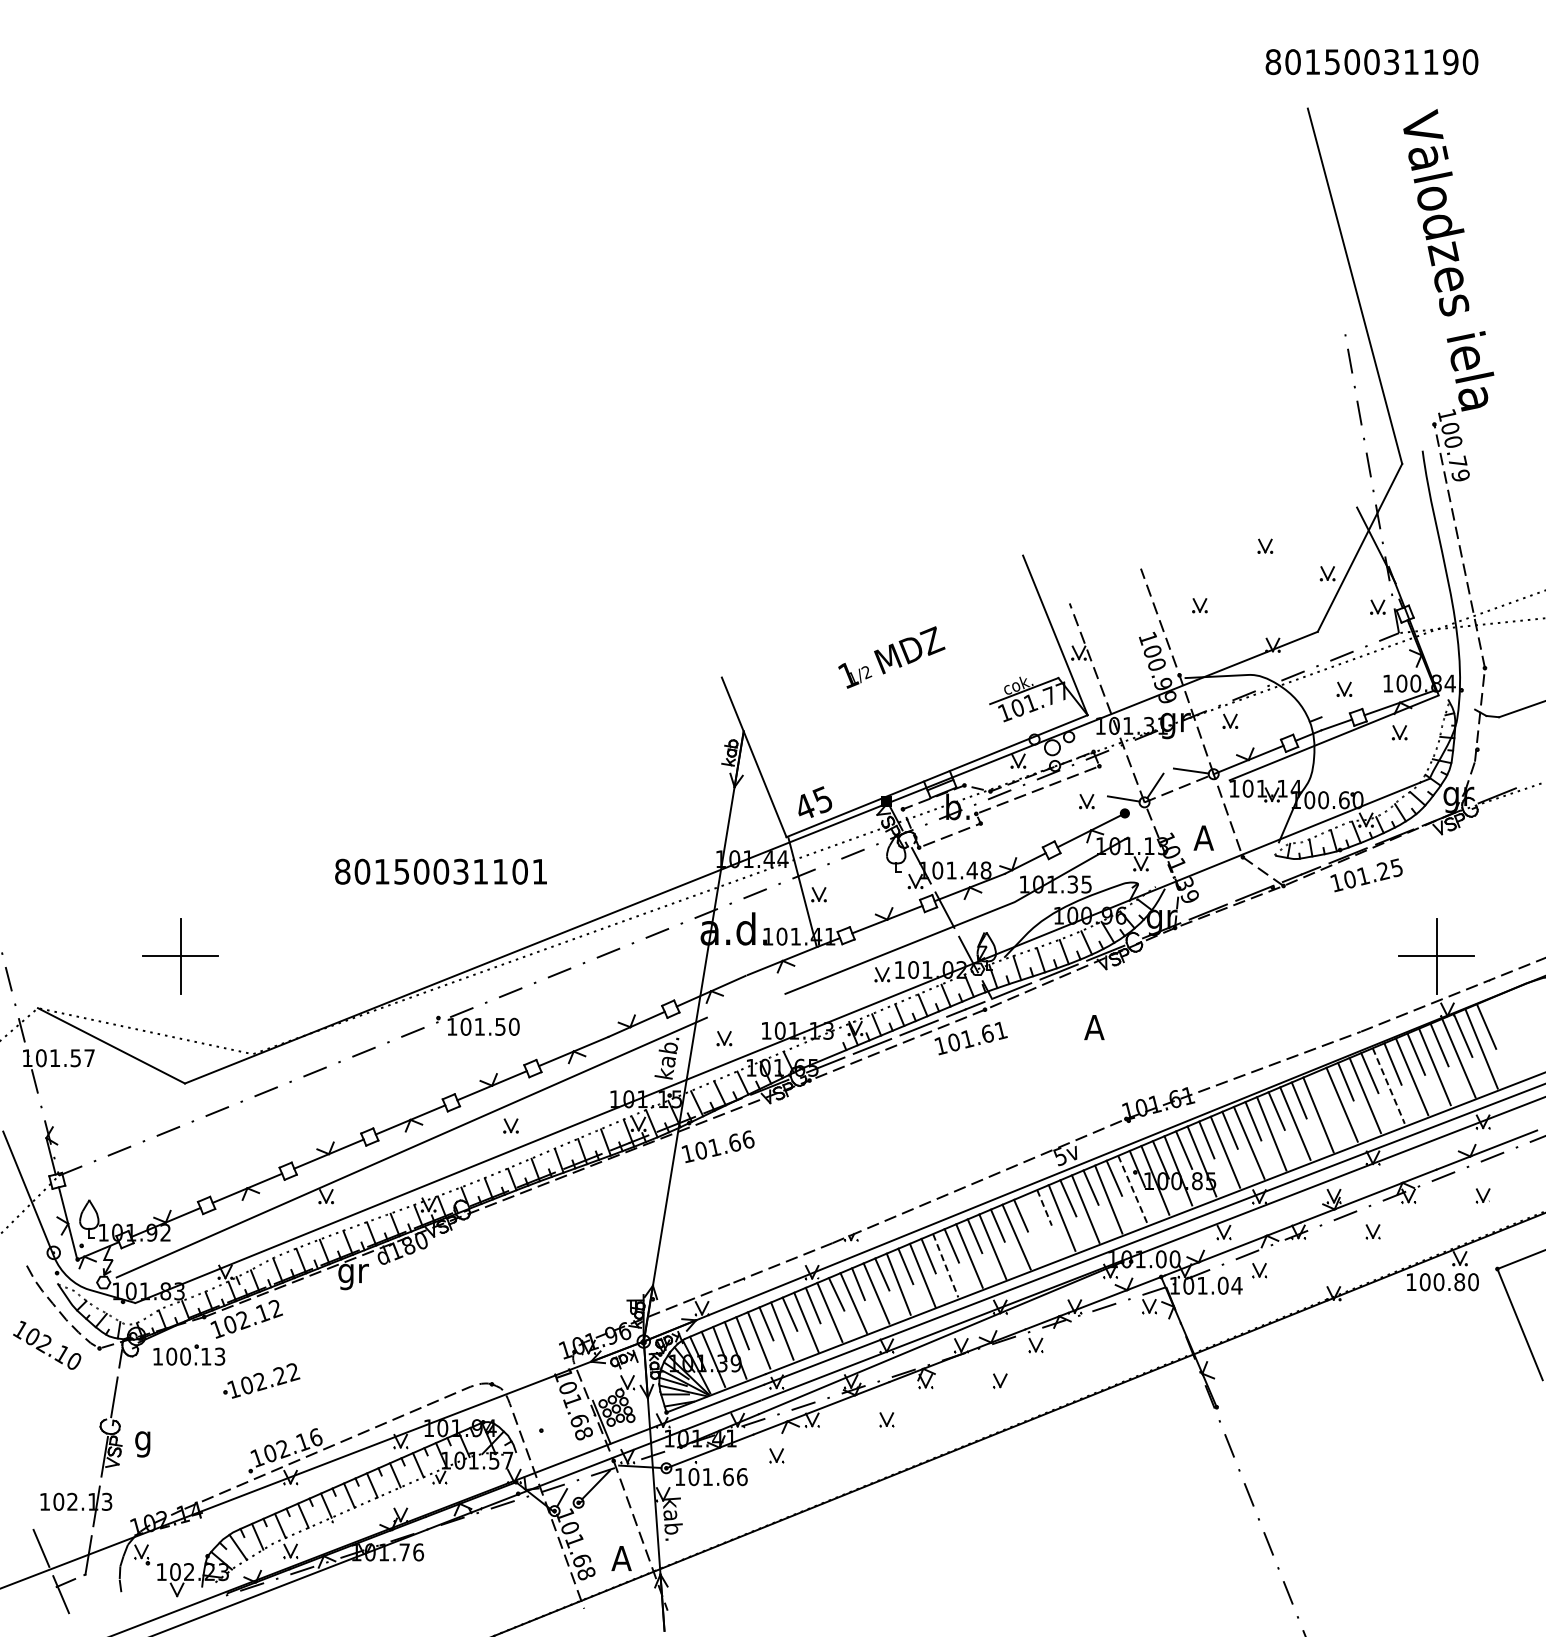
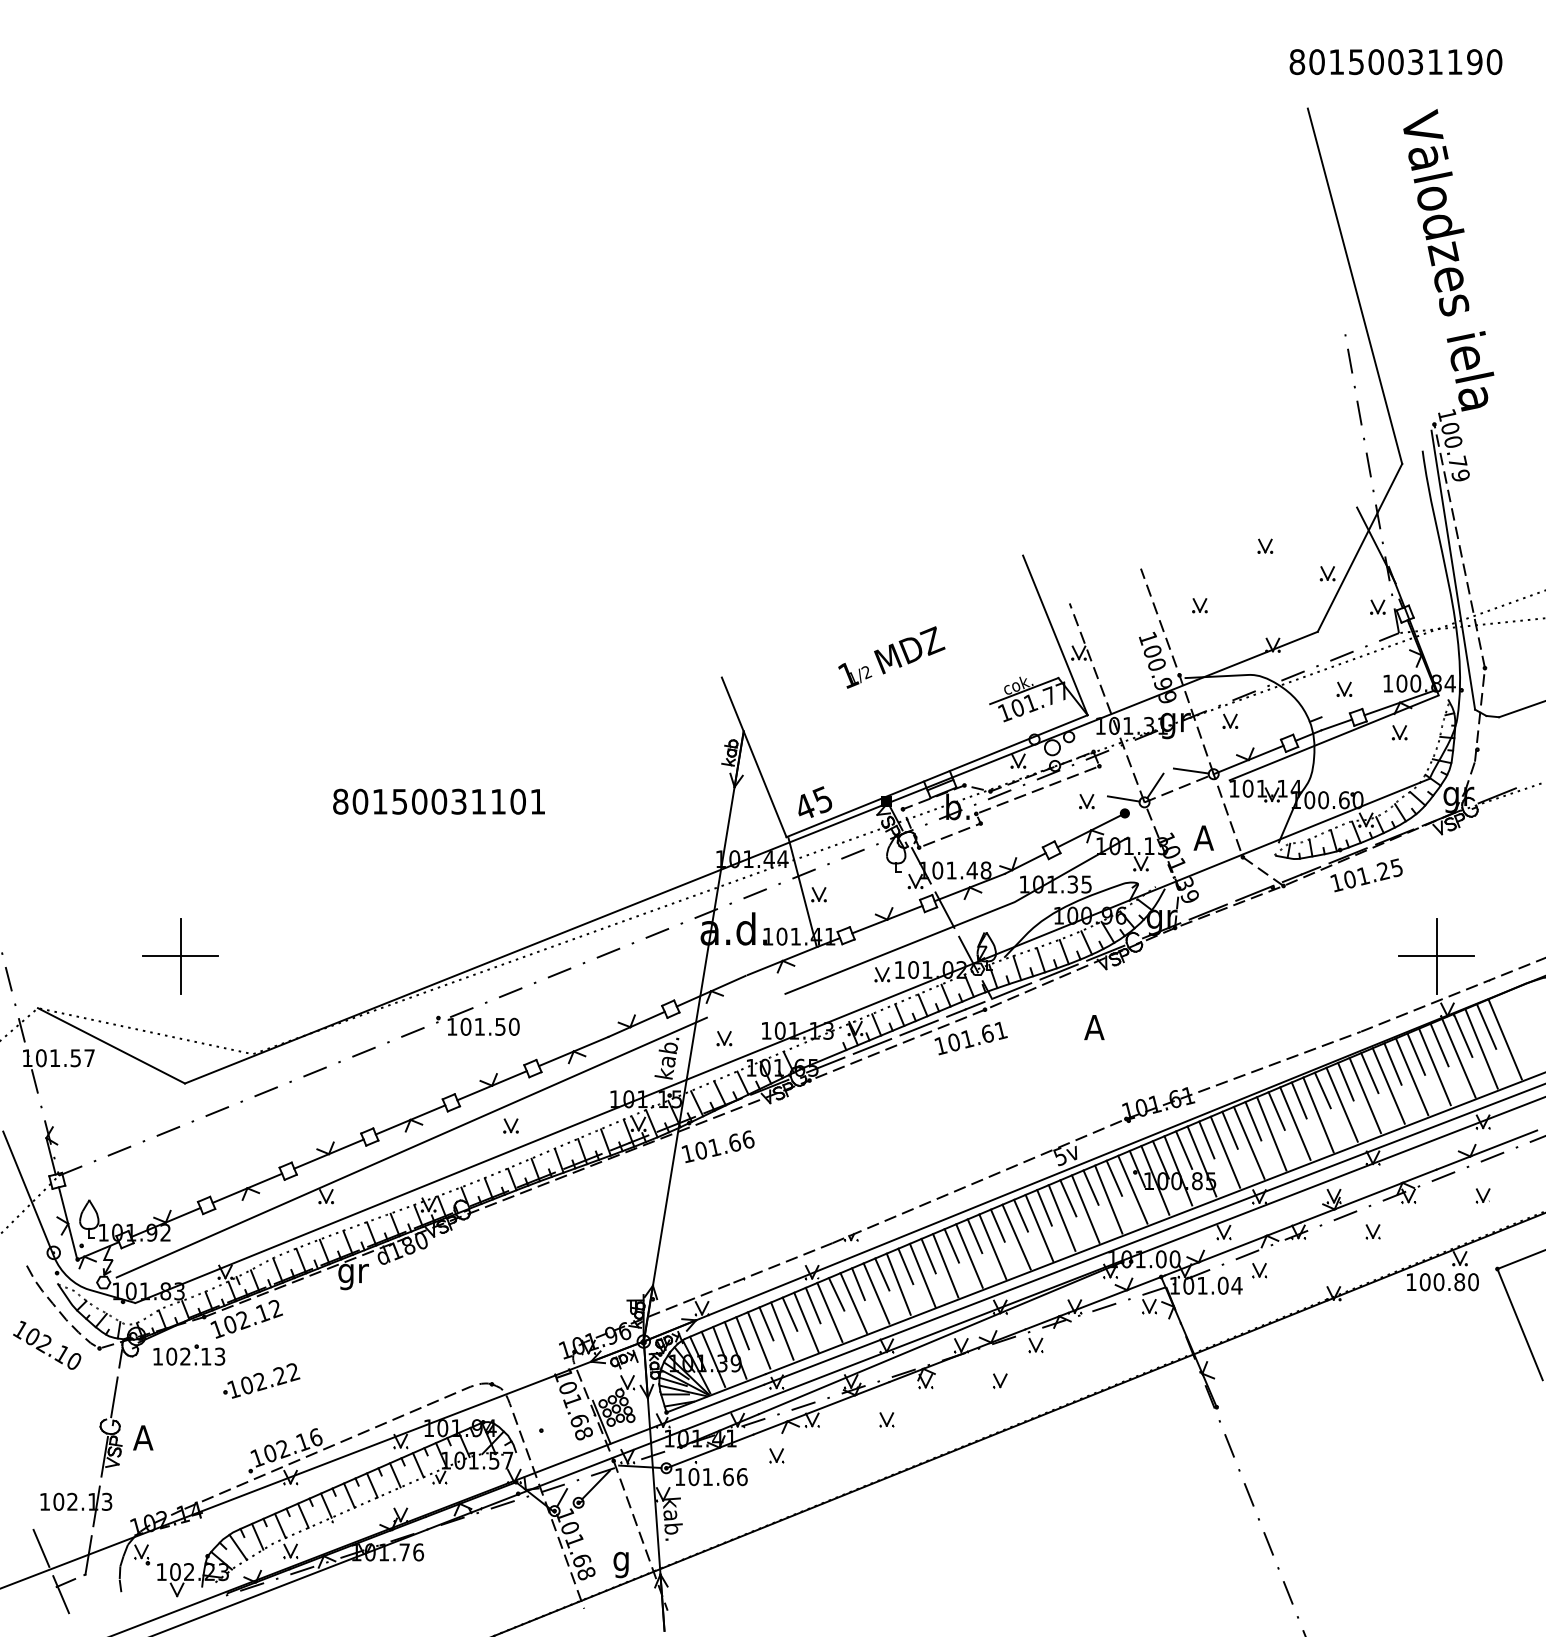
text at (1371, 62) position: (1371, 62) -> (1395, 62)
line at (1453, 569): none -> present
text at (440, 871) position: (440, 871) -> (438, 801)
line at (1504, 1039): none -> present
line at (1388, 1086): dashed -> solid
line at (1322, 1090): none -> present
line at (1132, 1189): dashed -> solid
line at (1044, 1208): dashed -> solid
line at (1039, 1227): none -> present
line at (945, 1266): dashed -> solid
text at (185, 1356): 100.13 -> 102.13
text at (143, 1441): g -> A
text at (621, 1562): A -> g
